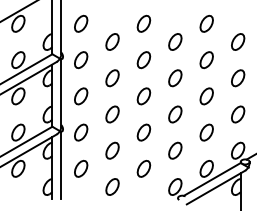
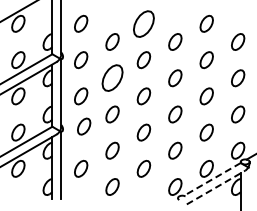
part at (143, 23) size: 16x19 px -> 22x28 px
part at (112, 78) size: 15x19 px -> 23x28 px
part at (81, 132) position: (81, 132) -> (84, 126)
line at (212, 179): solid -> dashed
line at (216, 187): solid -> dashed
